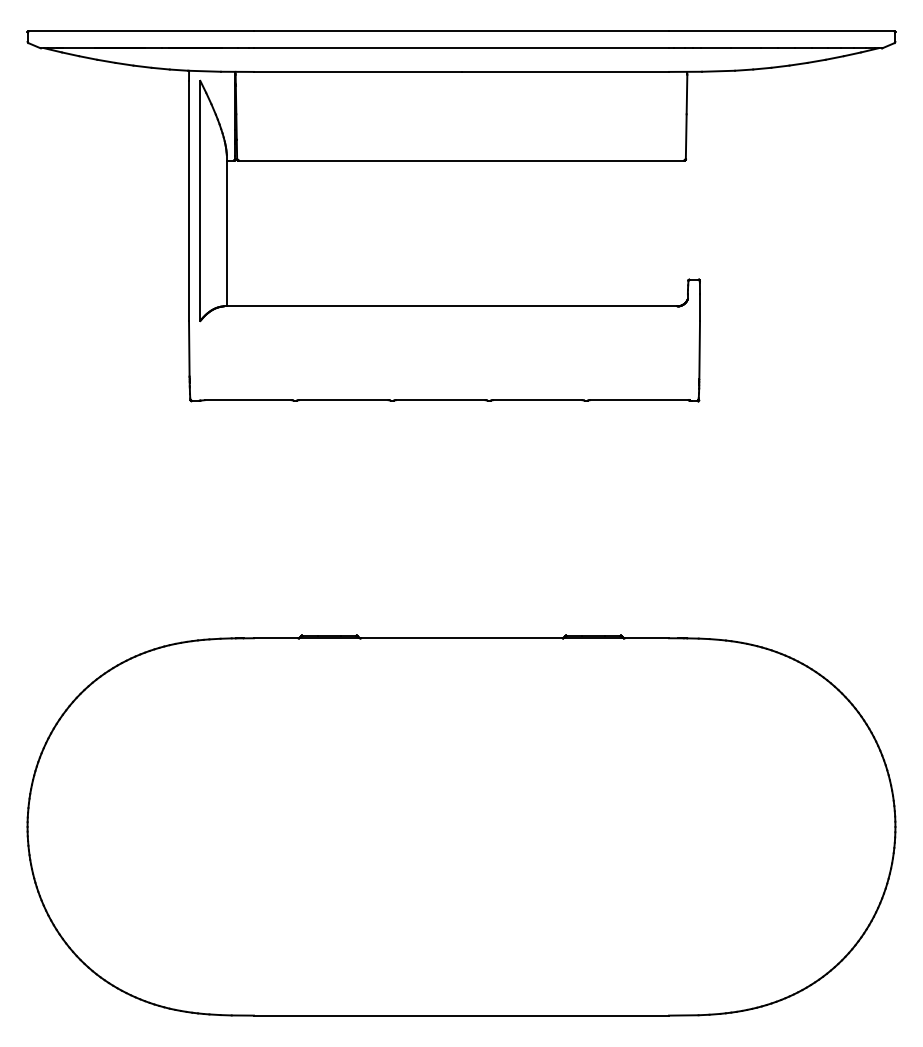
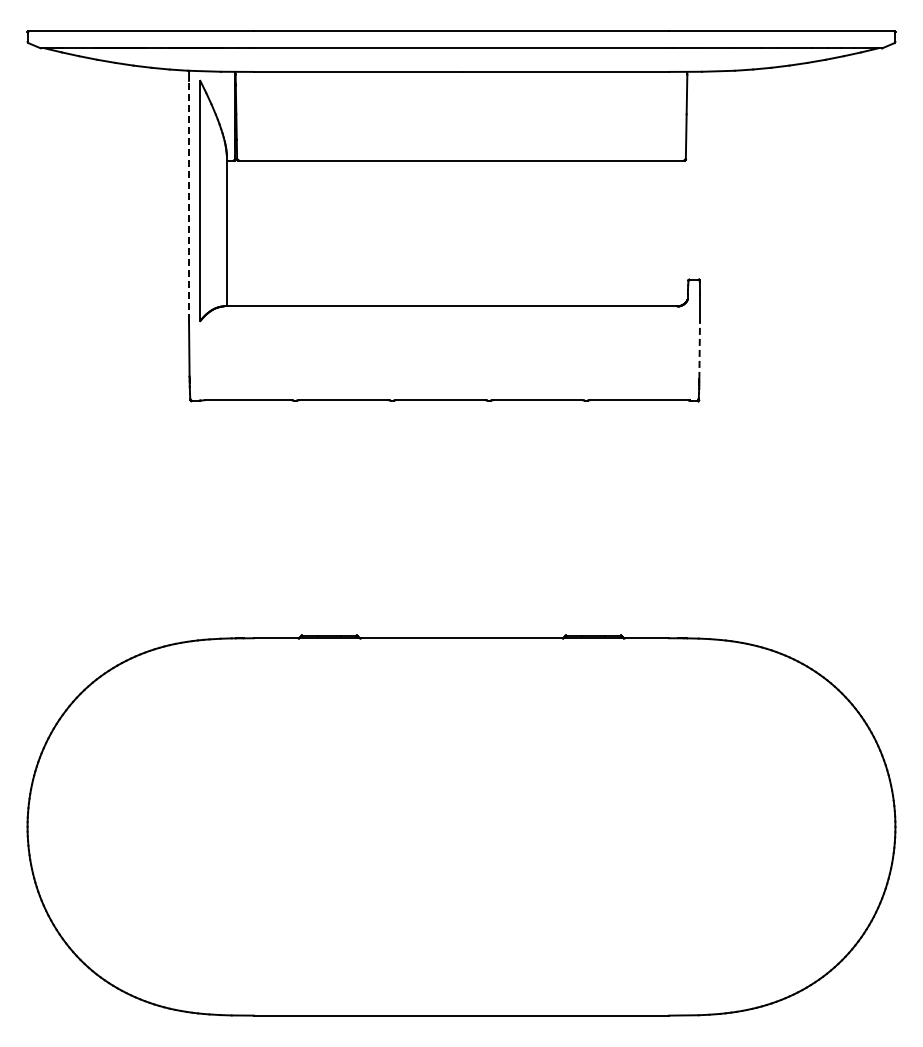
line at (189, 200): solid -> dashed
line at (699, 350): solid -> dashed
